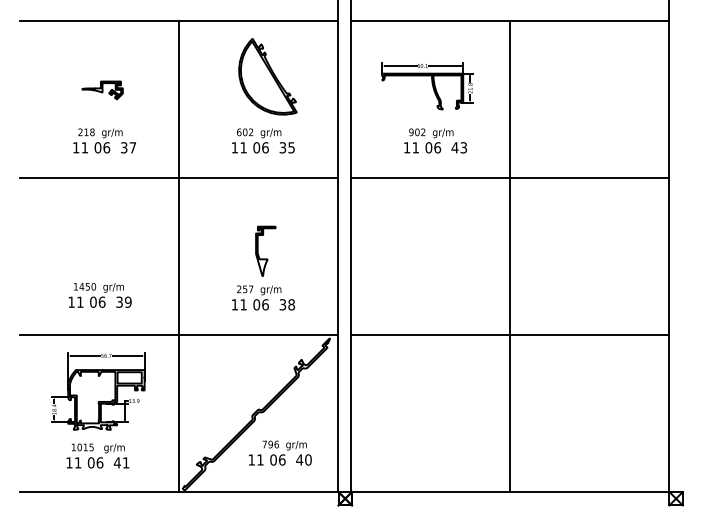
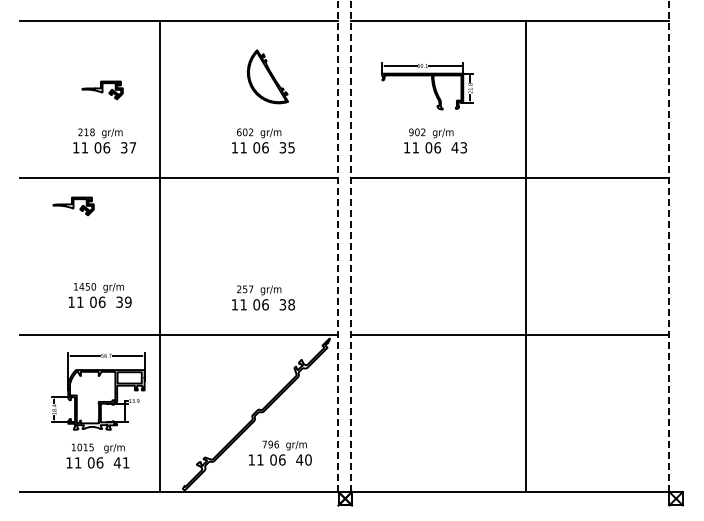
part at (267, 76) size: 60x78 px -> 43x56 px
part at (73, 206): none -> present
line at (337, 246): solid -> dashed
line at (351, 246): solid -> dashed
line at (668, 246): solid -> dashed
part at (258, 250): present -> none
line at (179, 255) position: (179, 255) -> (160, 255)
line at (510, 255) position: (510, 255) -> (526, 255)
